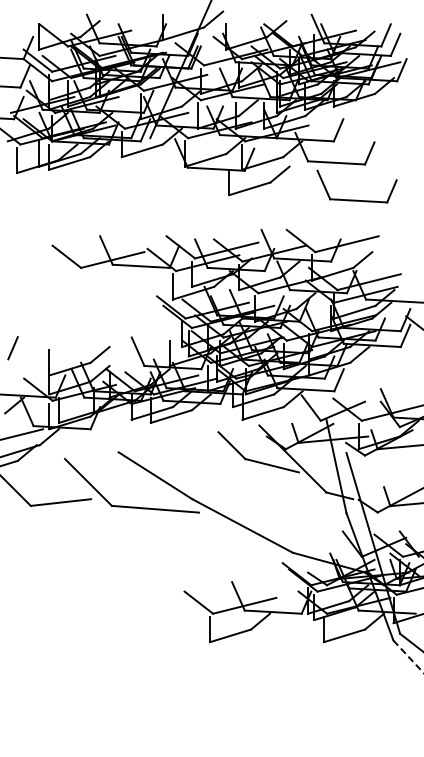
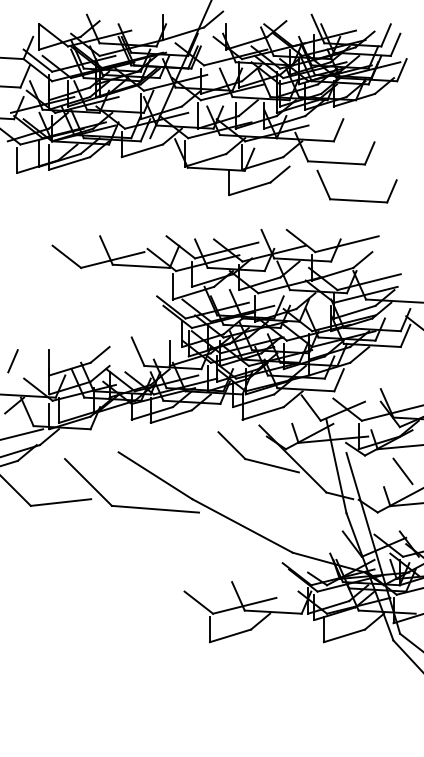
line at (12, 348) position: (12, 348) -> (12, 361)
line at (402, 471): none -> present
line at (408, 656): dashed -> solid
